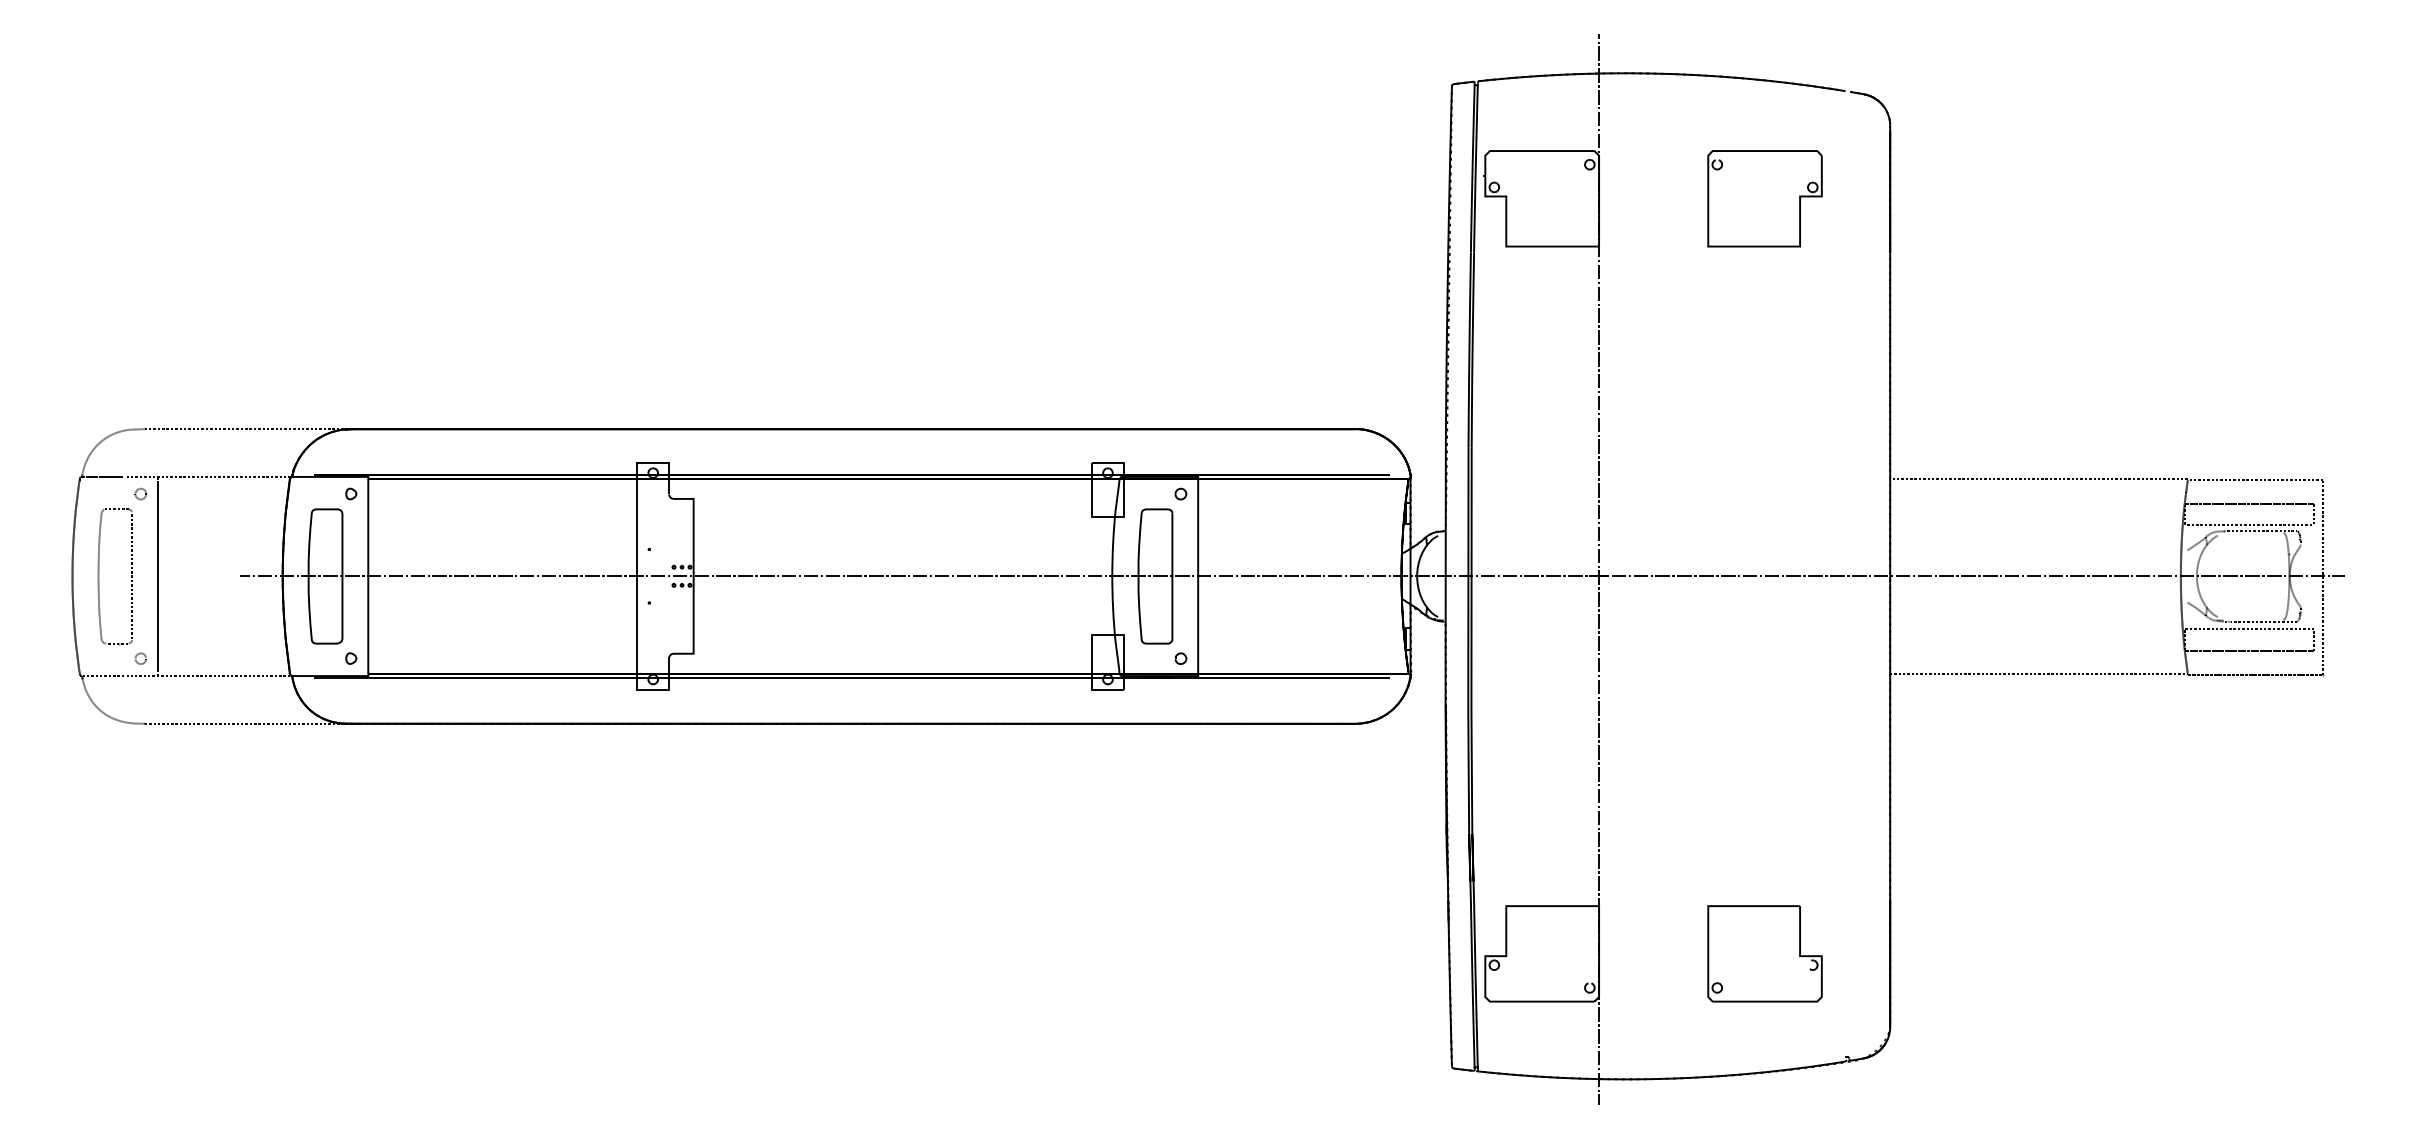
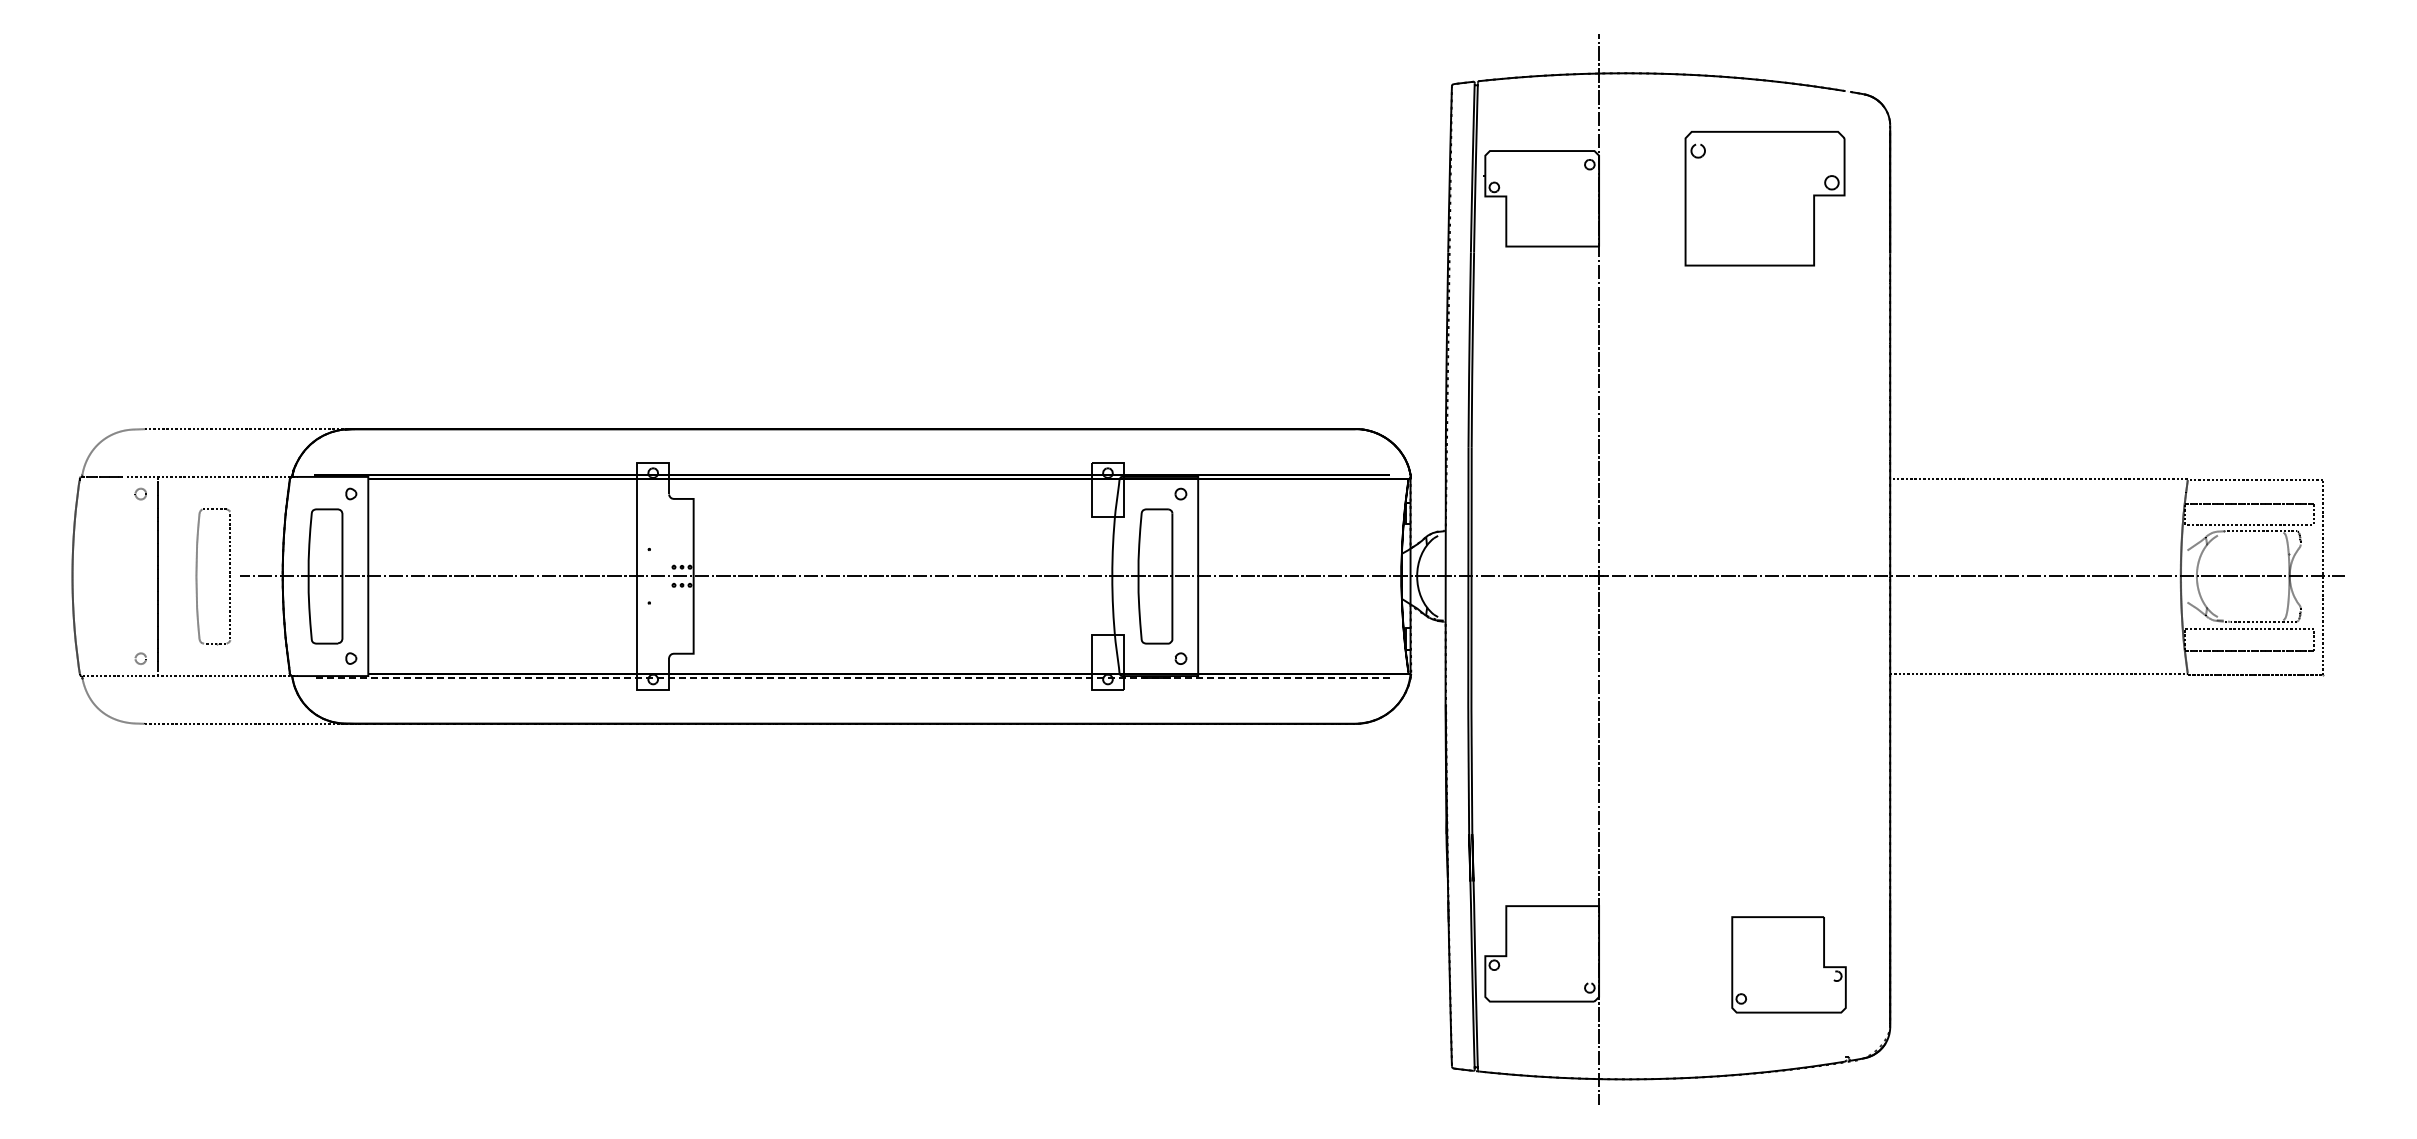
part at (1764, 198) size: 116x98 px -> 162x136 px
part at (99, 576) position: (99, 576) -> (197, 576)
line at (851, 678): solid -> dashed
part at (1764, 953) position: (1764, 953) -> (1788, 964)
